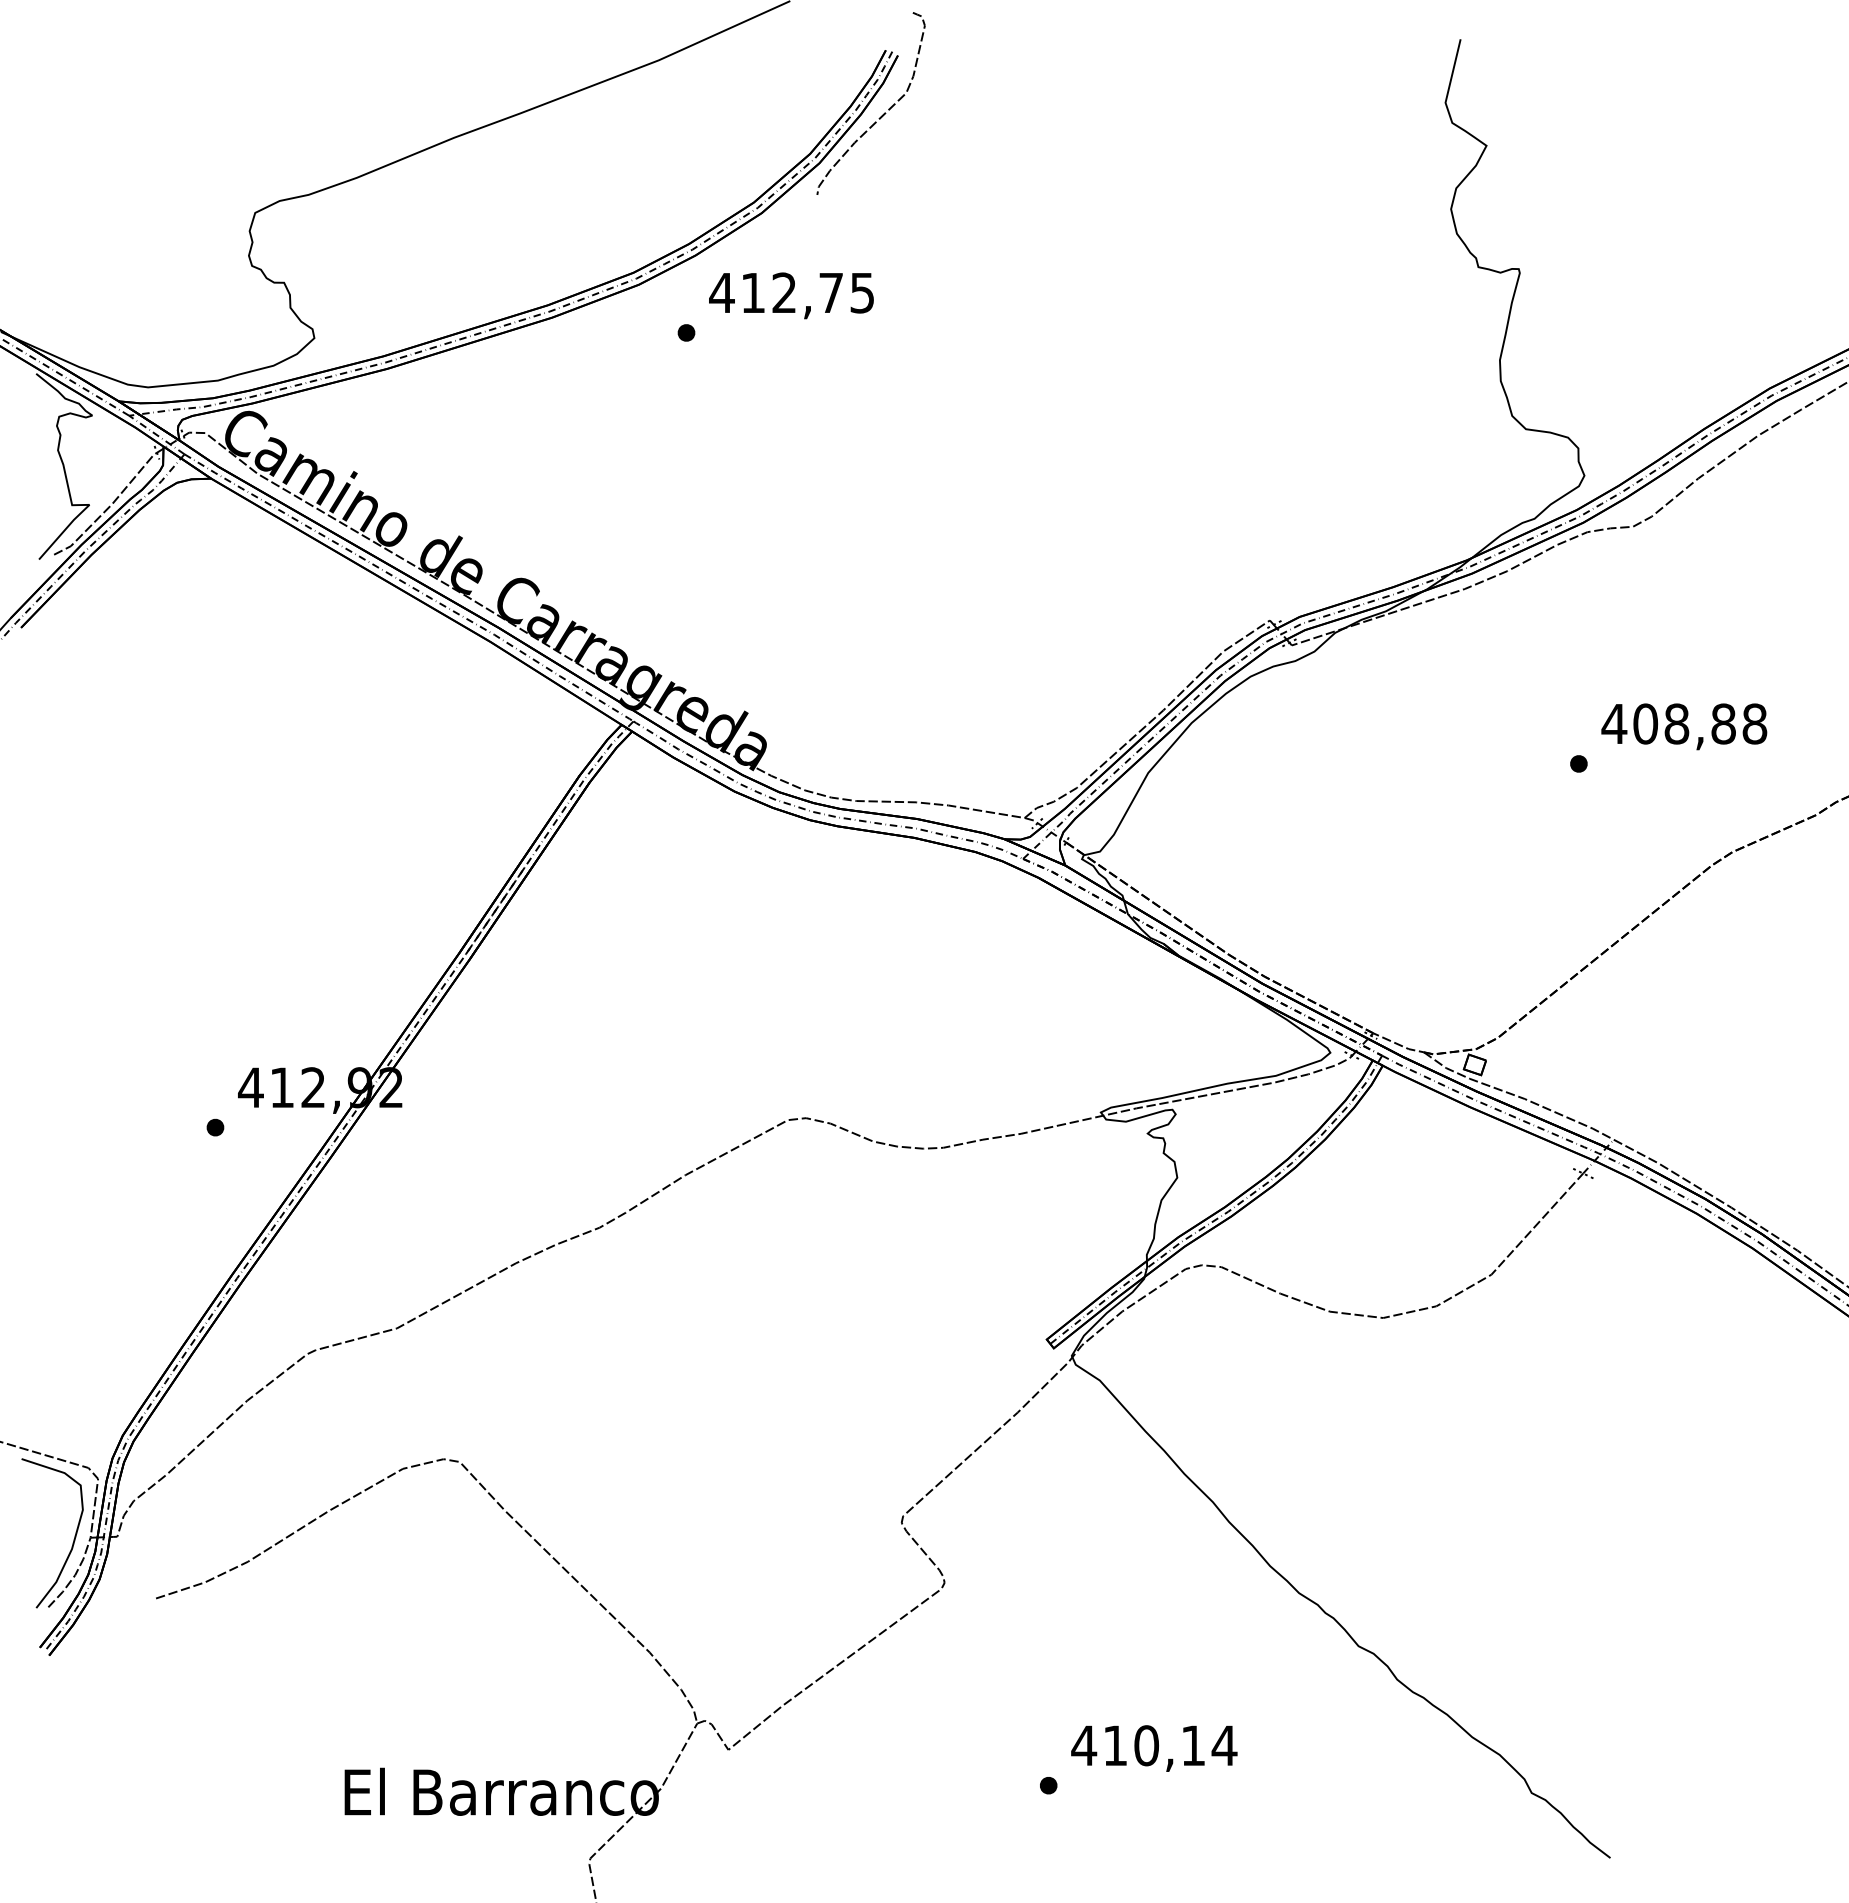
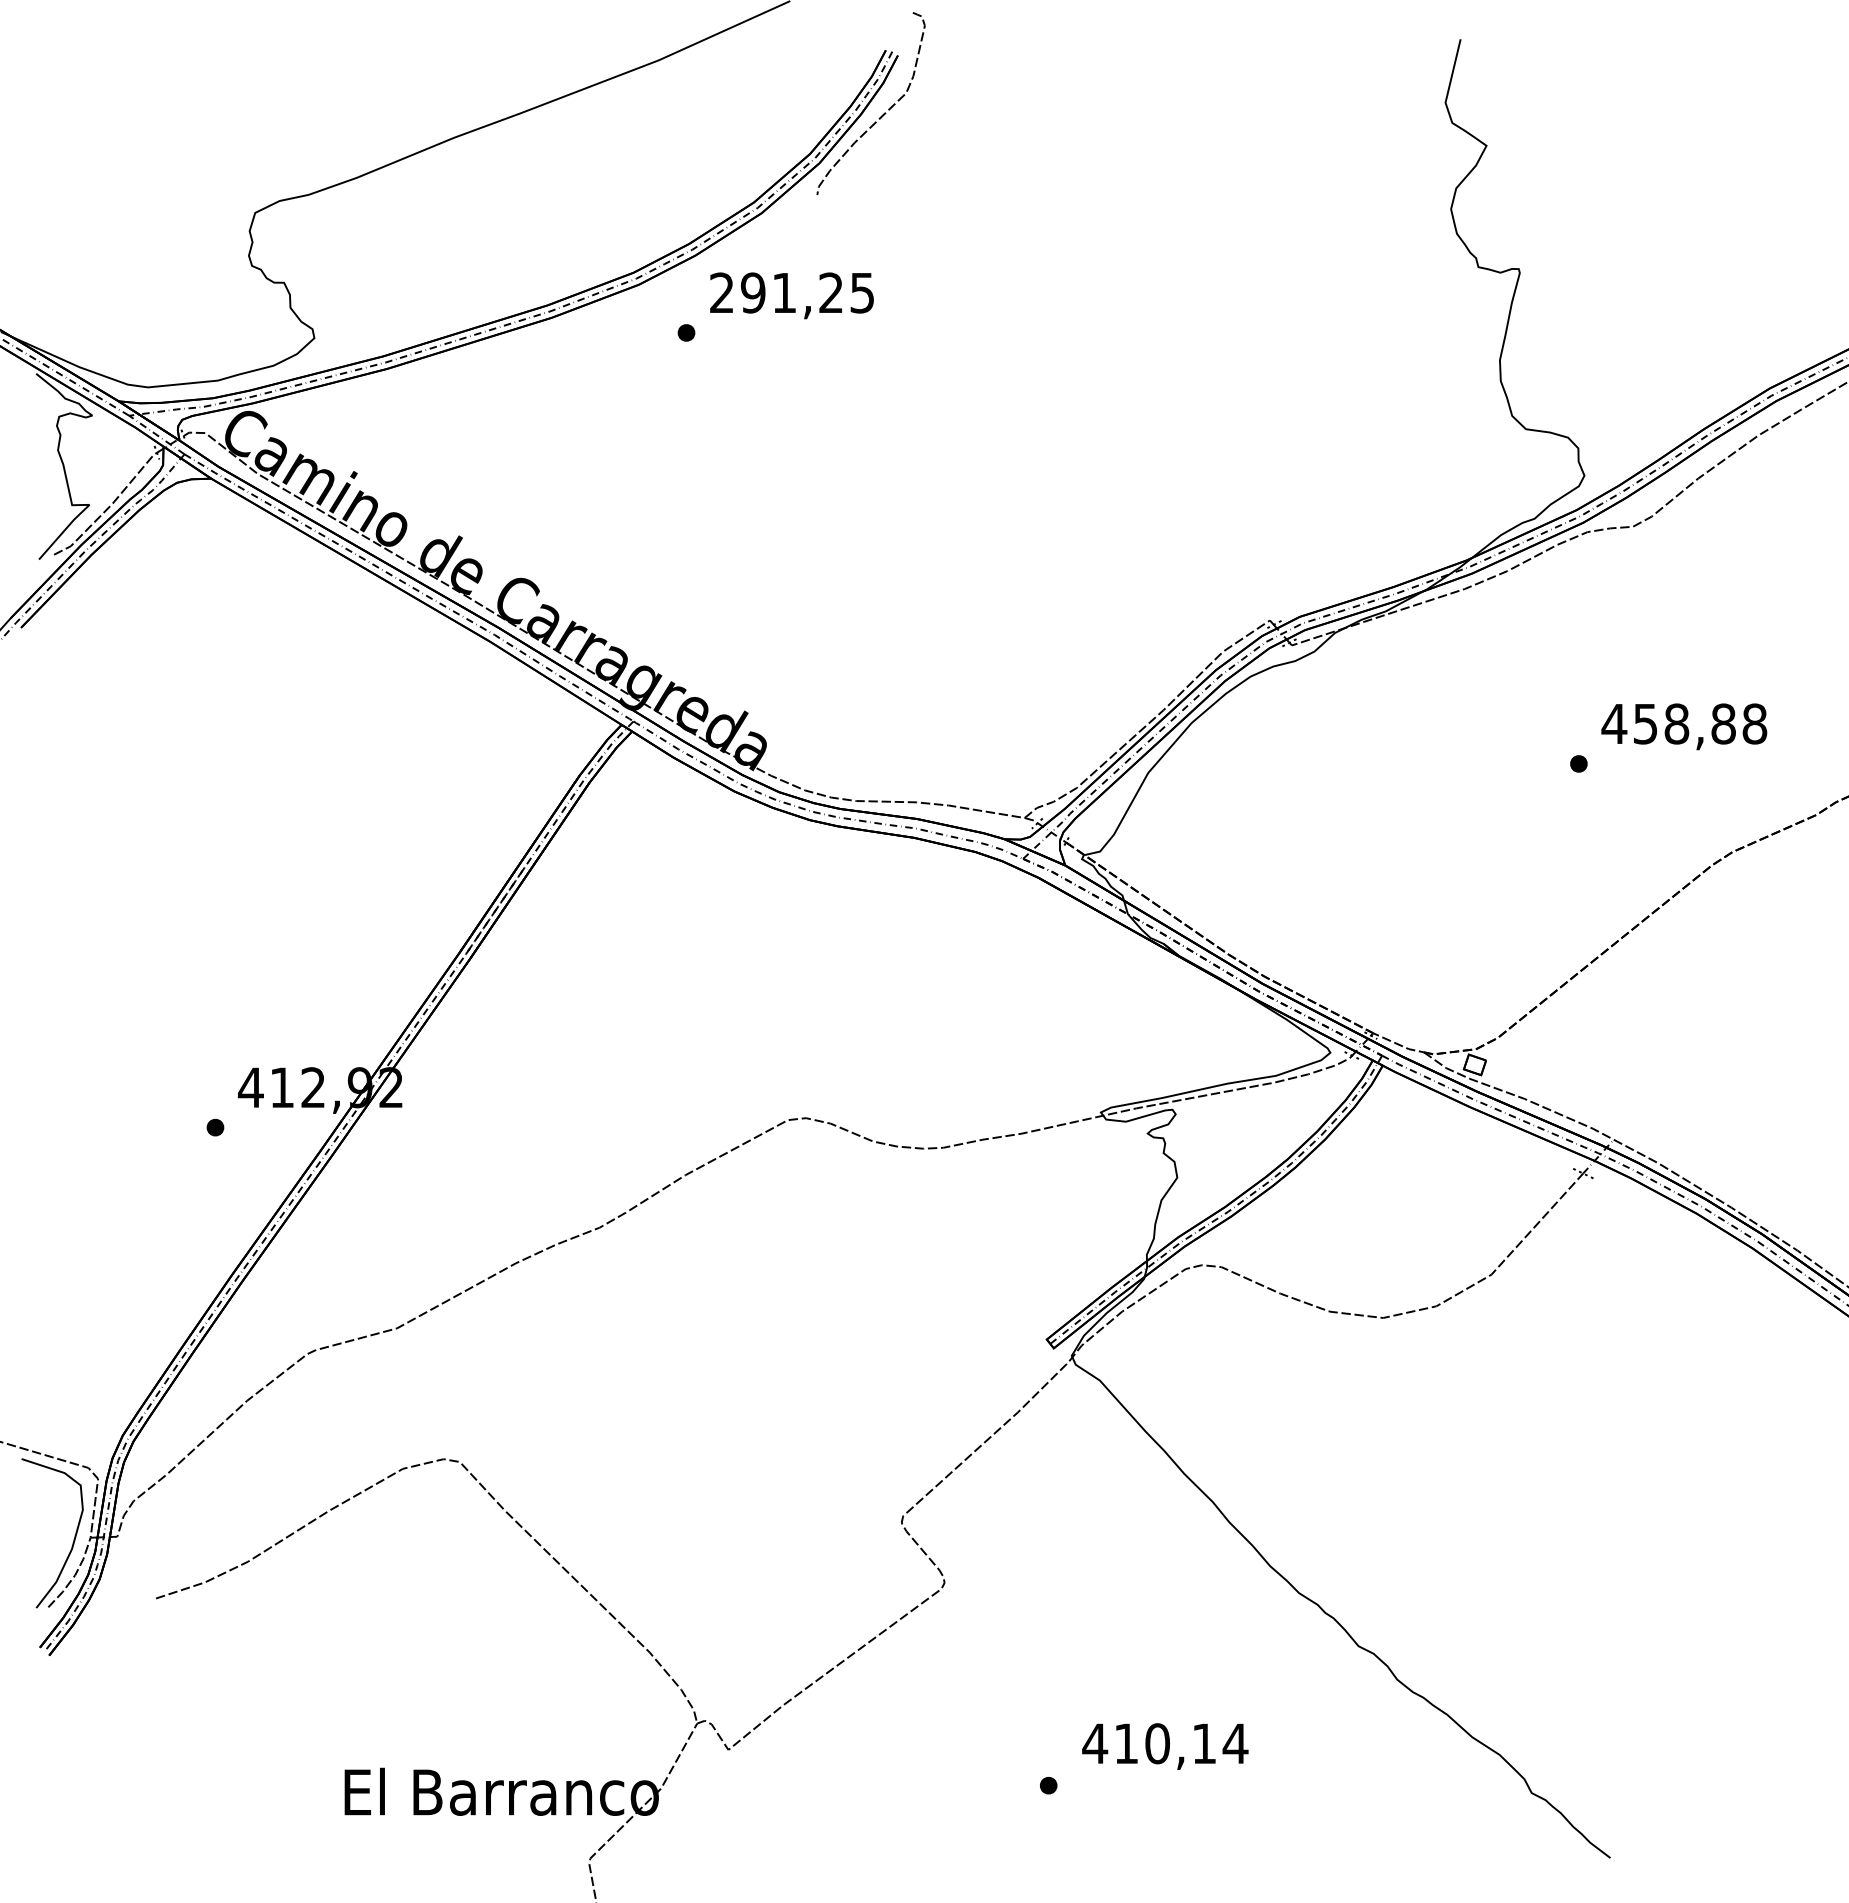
text at (775, 292): 412,75 -> 291,25
text at (1645, 723): 408,88 -> 458,88
text at (1154, 1748) position: (1154, 1748) -> (1165, 1746)
